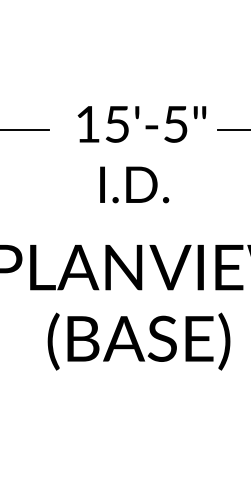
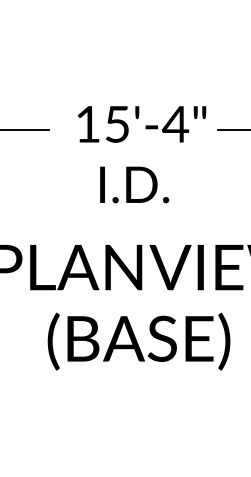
text at (175, 124): 15'-5" -> 15'-4"
